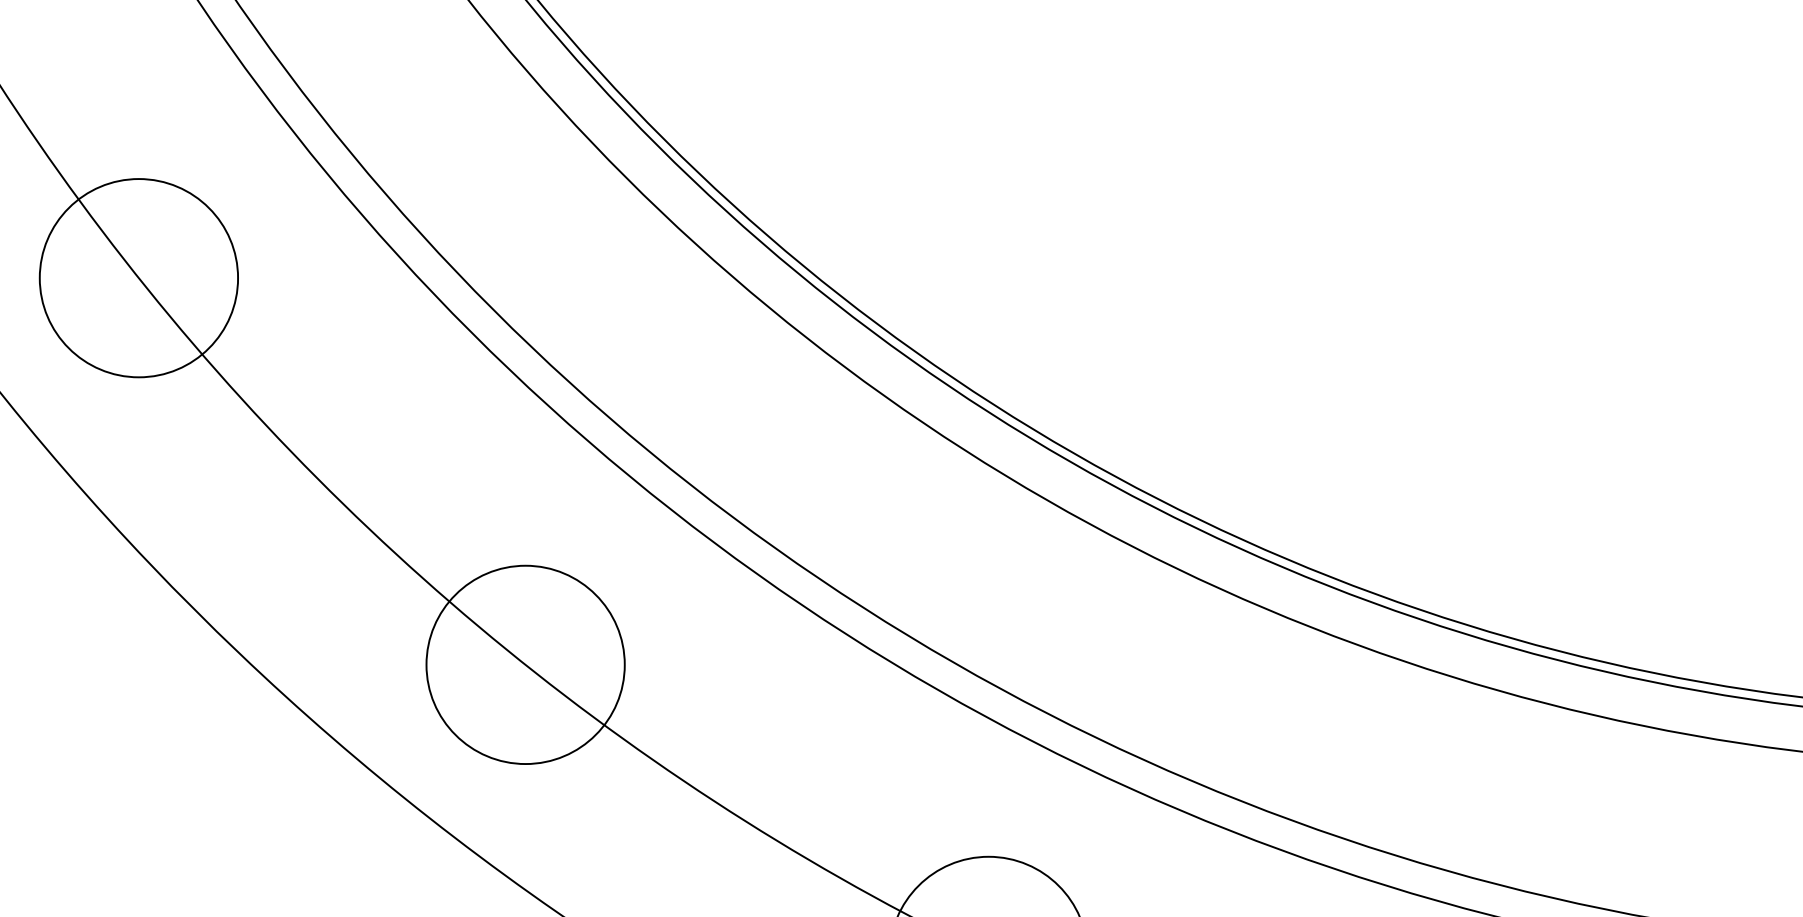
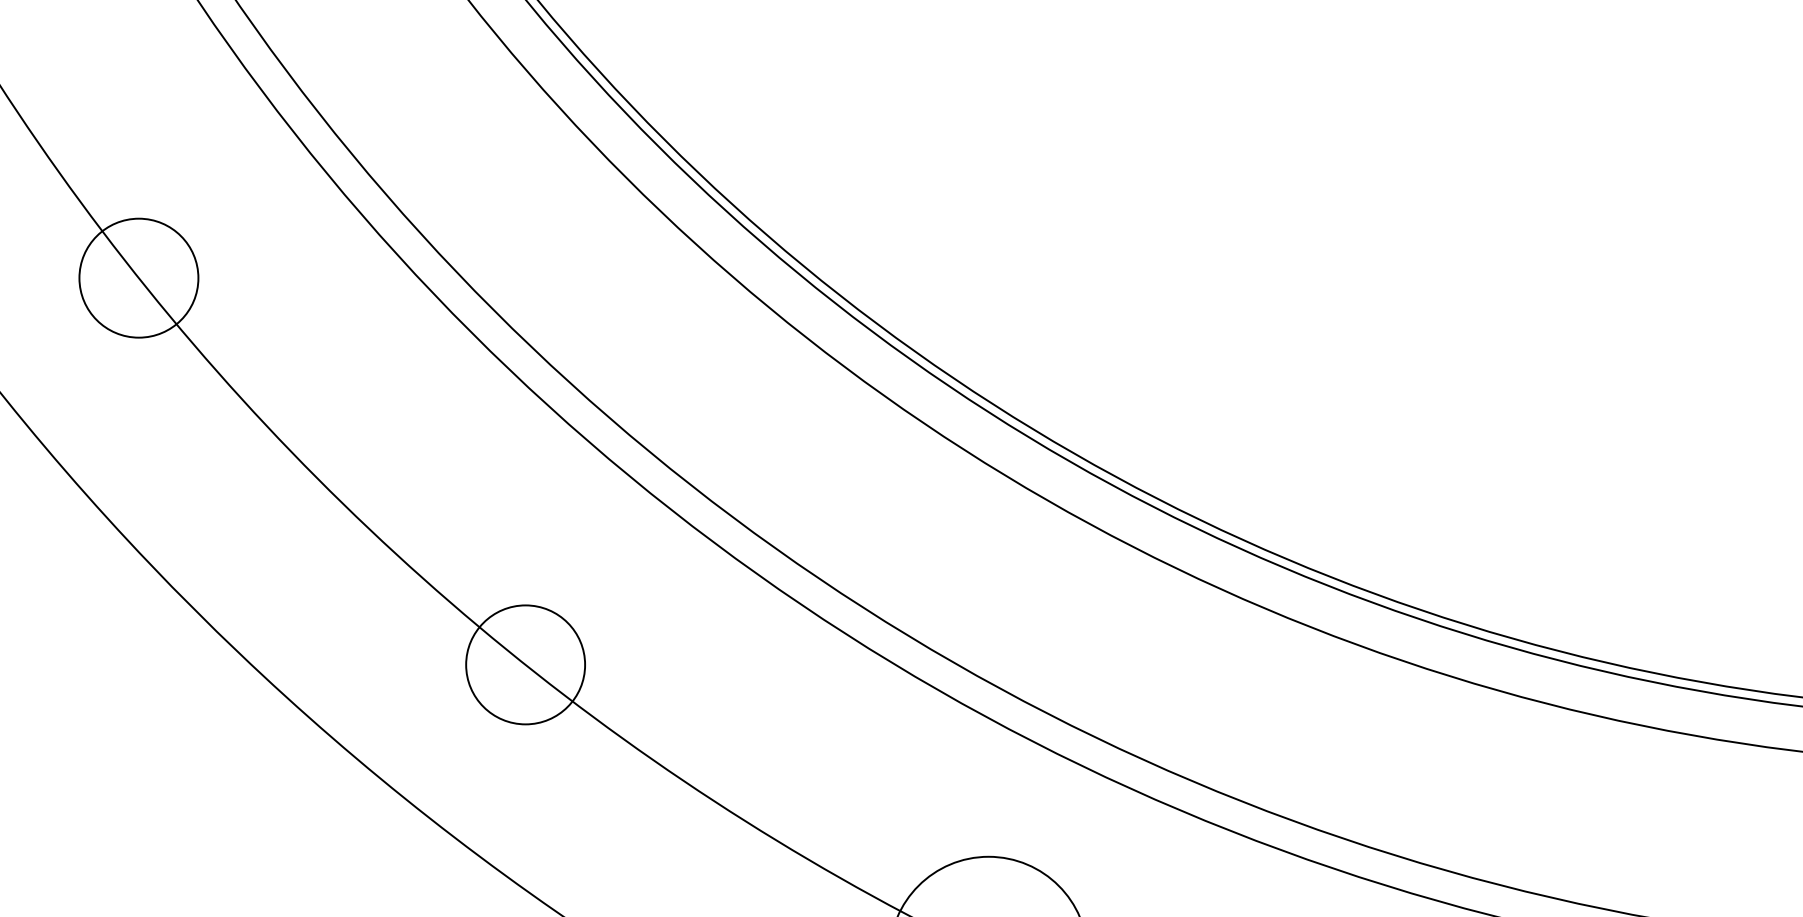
circle at (138, 278) diameter: 198 px -> 119 px
circle at (525, 664) diameter: 198 px -> 119 px
